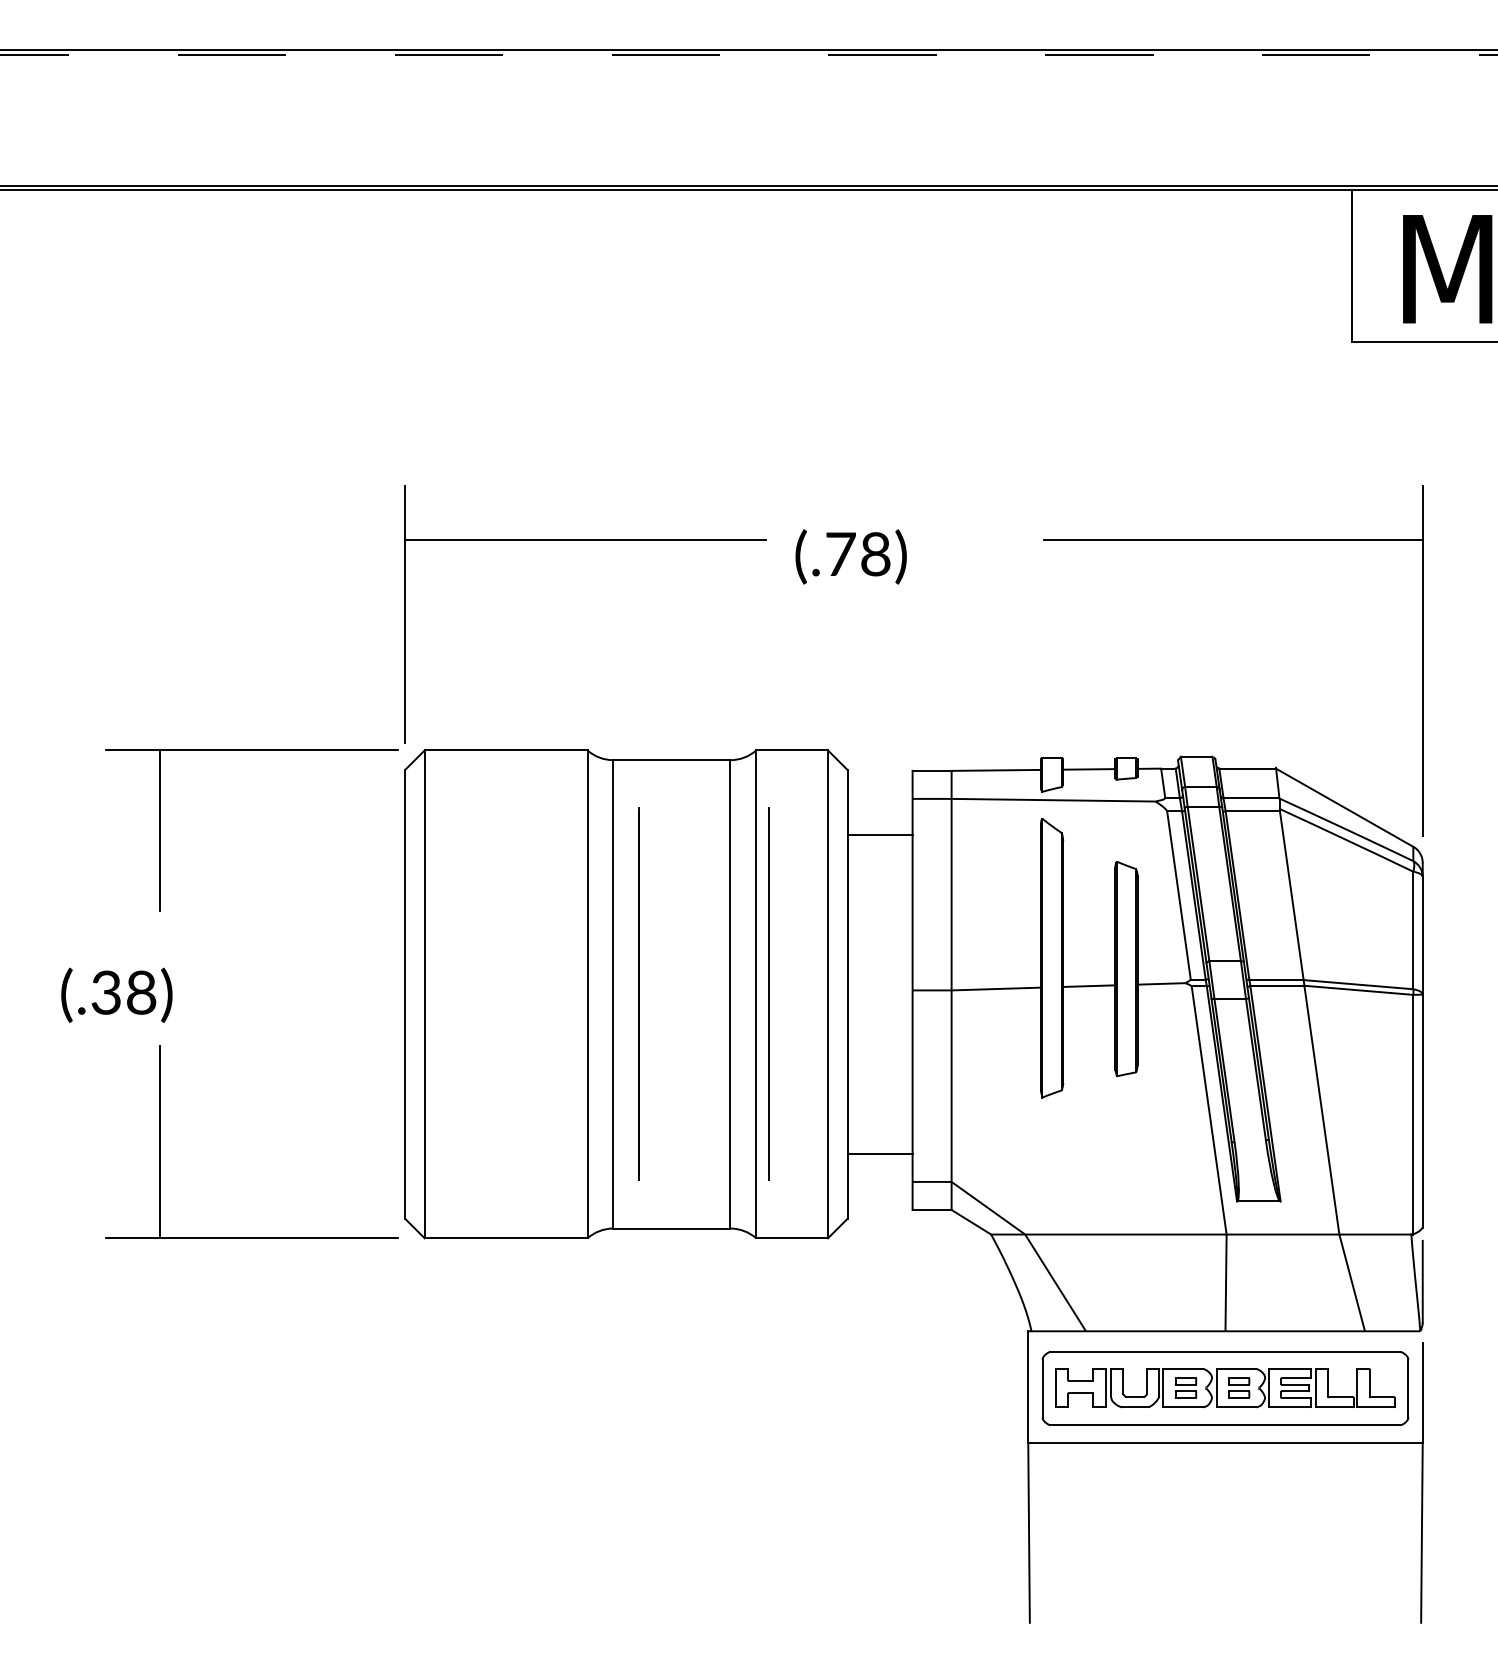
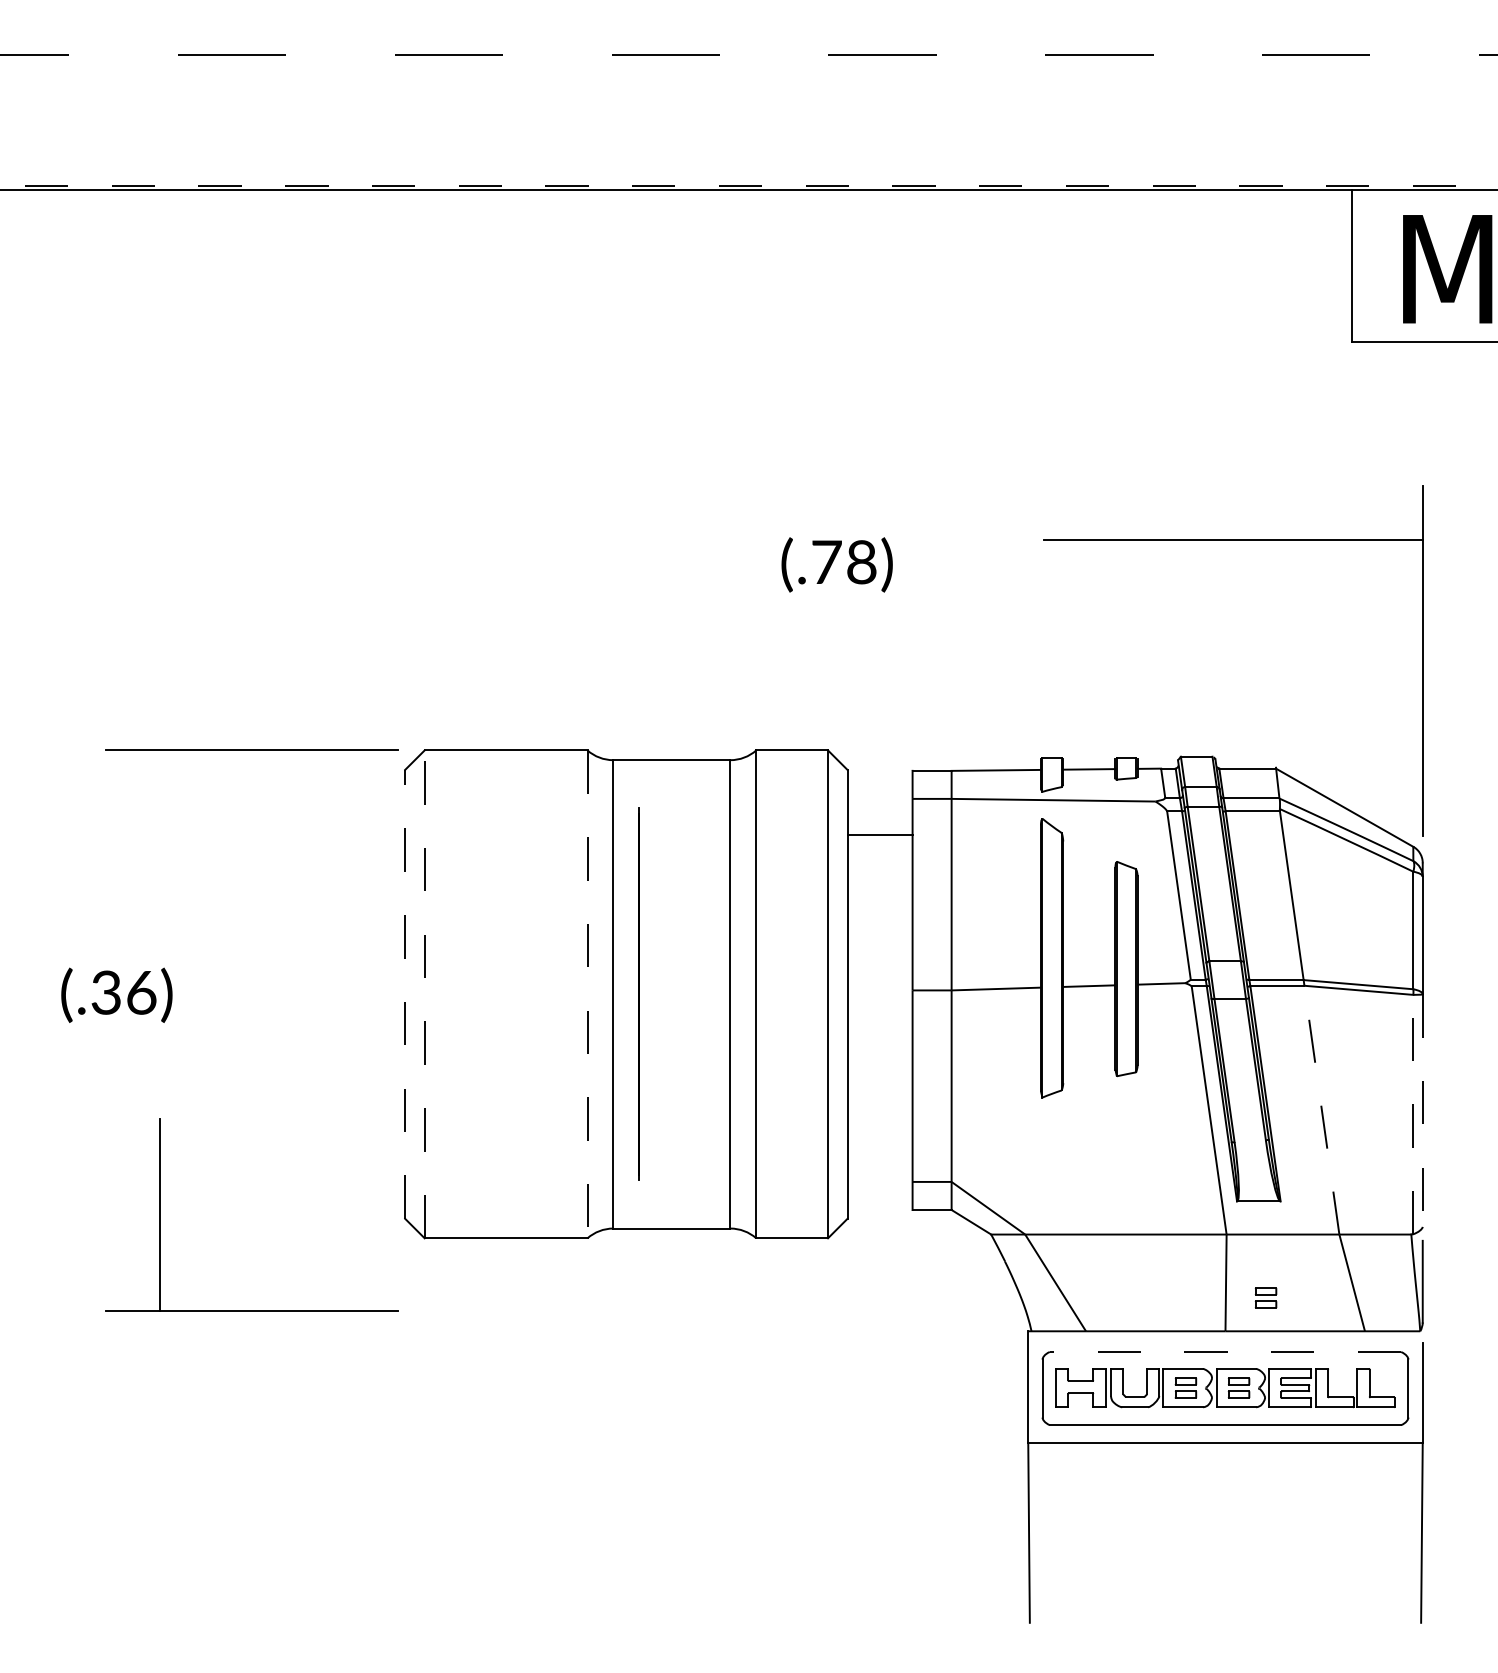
line at (748, 50): present -> none
line at (748, 185): solid -> dashed
part at (585, 540): present -> none
text at (850, 556) position: (850, 556) -> (836, 564)
line at (159, 830): present -> none
text at (141, 992): (.38) -> (.36)
line at (405, 993): solid -> dashed
line at (424, 994): solid -> dashed
line at (587, 994): solid -> dashed
line at (769, 994): present -> none
line at (1321, 1109): solid -> dashed
line at (1422, 1111): solid -> dashed
line at (1413, 1114): solid -> dashed
part at (160, 1141) position: (160, 1141) -> (160, 1214)
line at (879, 1153): present -> none
part at (1265, 1297): none -> present
line at (1225, 1351): solid -> dashed
